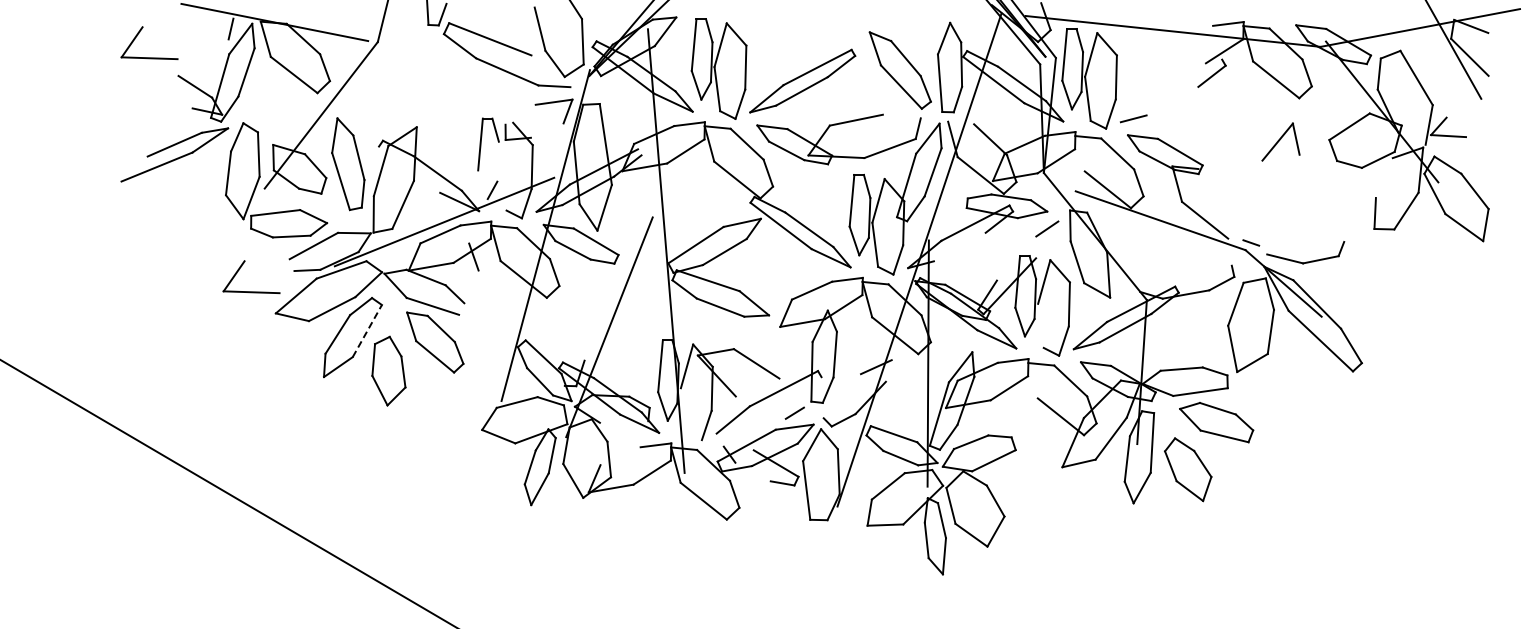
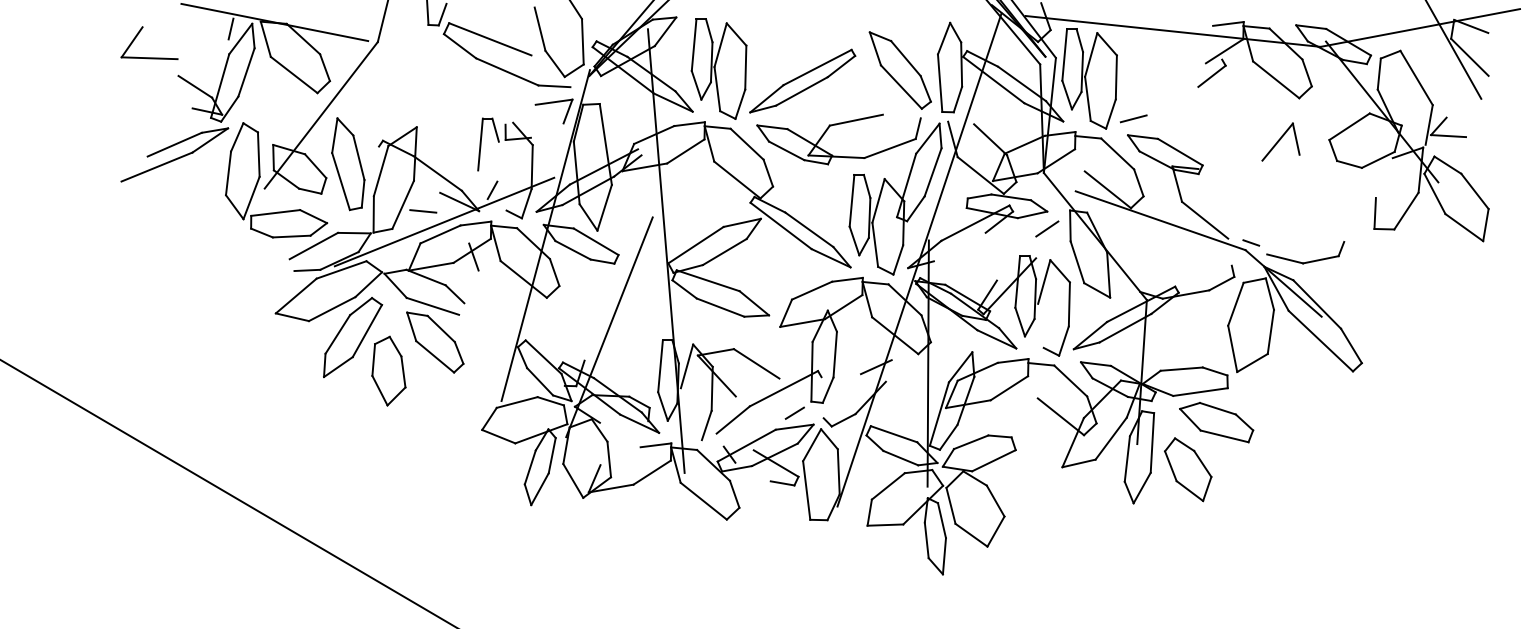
line at (423, 211): none -> present
part at (239, 270): present -> none
line at (367, 331): dashed -> solid
